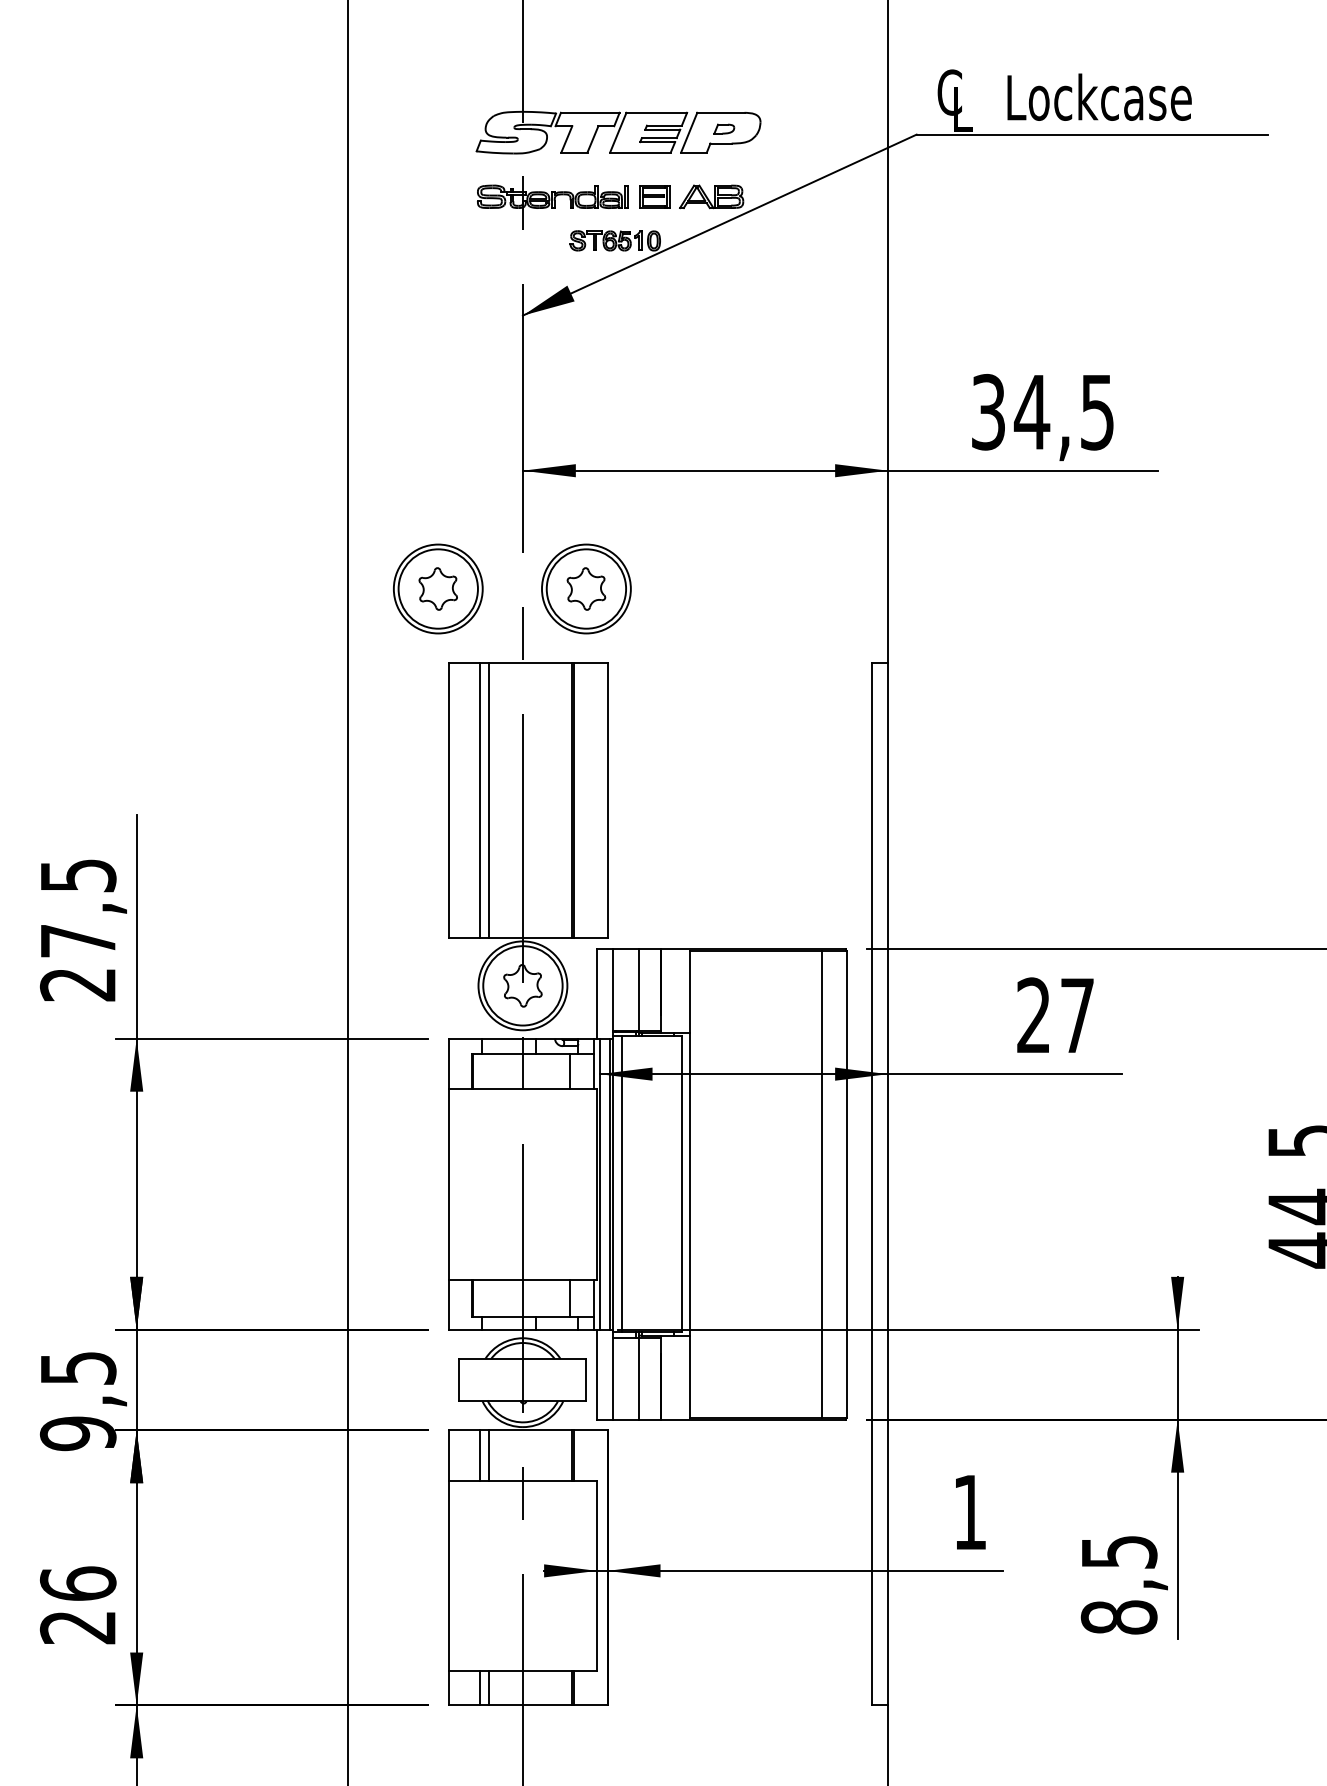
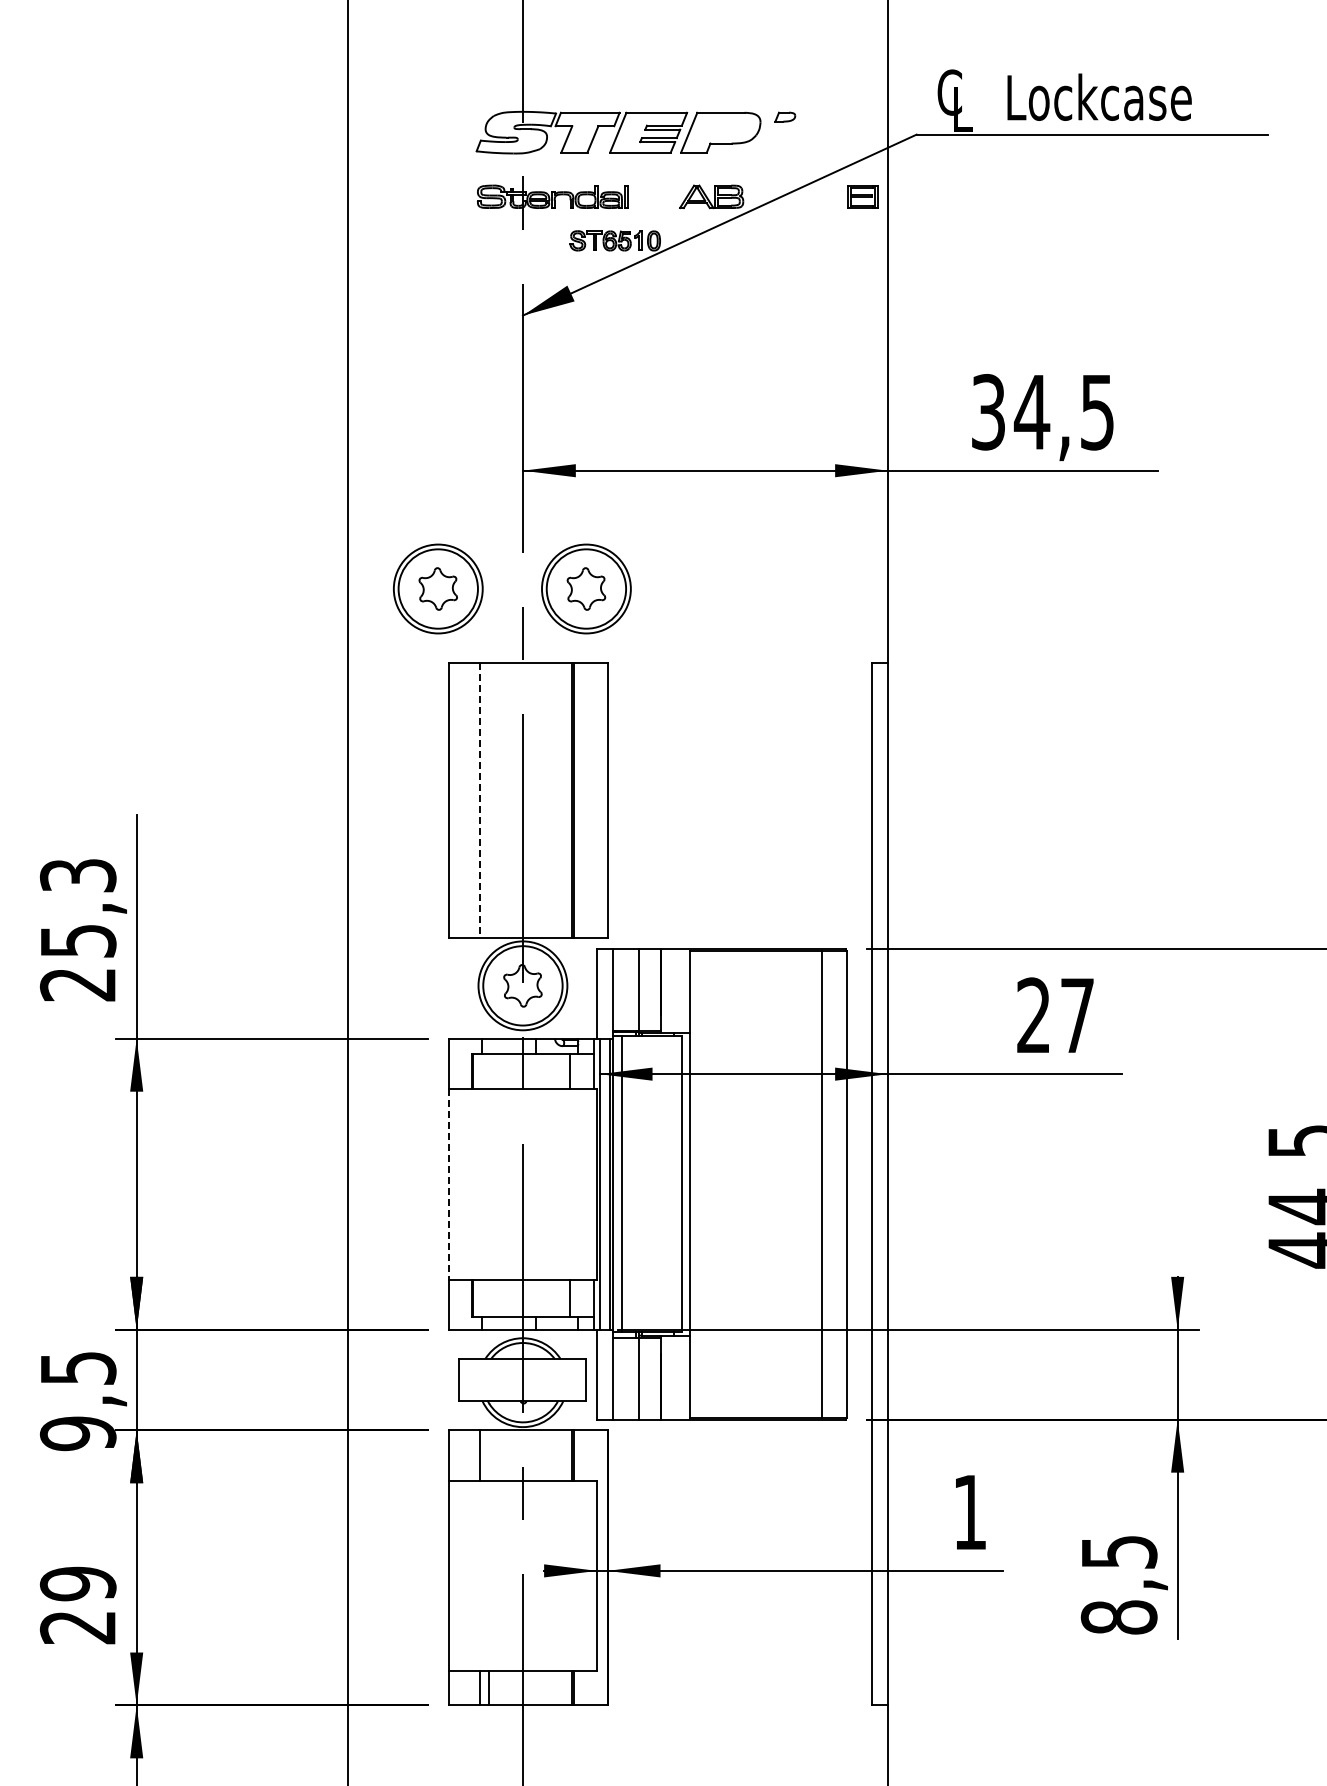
part at (724, 128) position: (724, 128) -> (785, 116)
part at (654, 196) position: (654, 196) -> (862, 196)
line at (479, 800): solid -> dashed
line at (489, 800): present -> none
text at (77, 908): 27,5 -> 25,3
line at (448, 1184): solid -> dashed
line at (489, 1455): present -> none
text at (77, 1583): 26 -> 29
